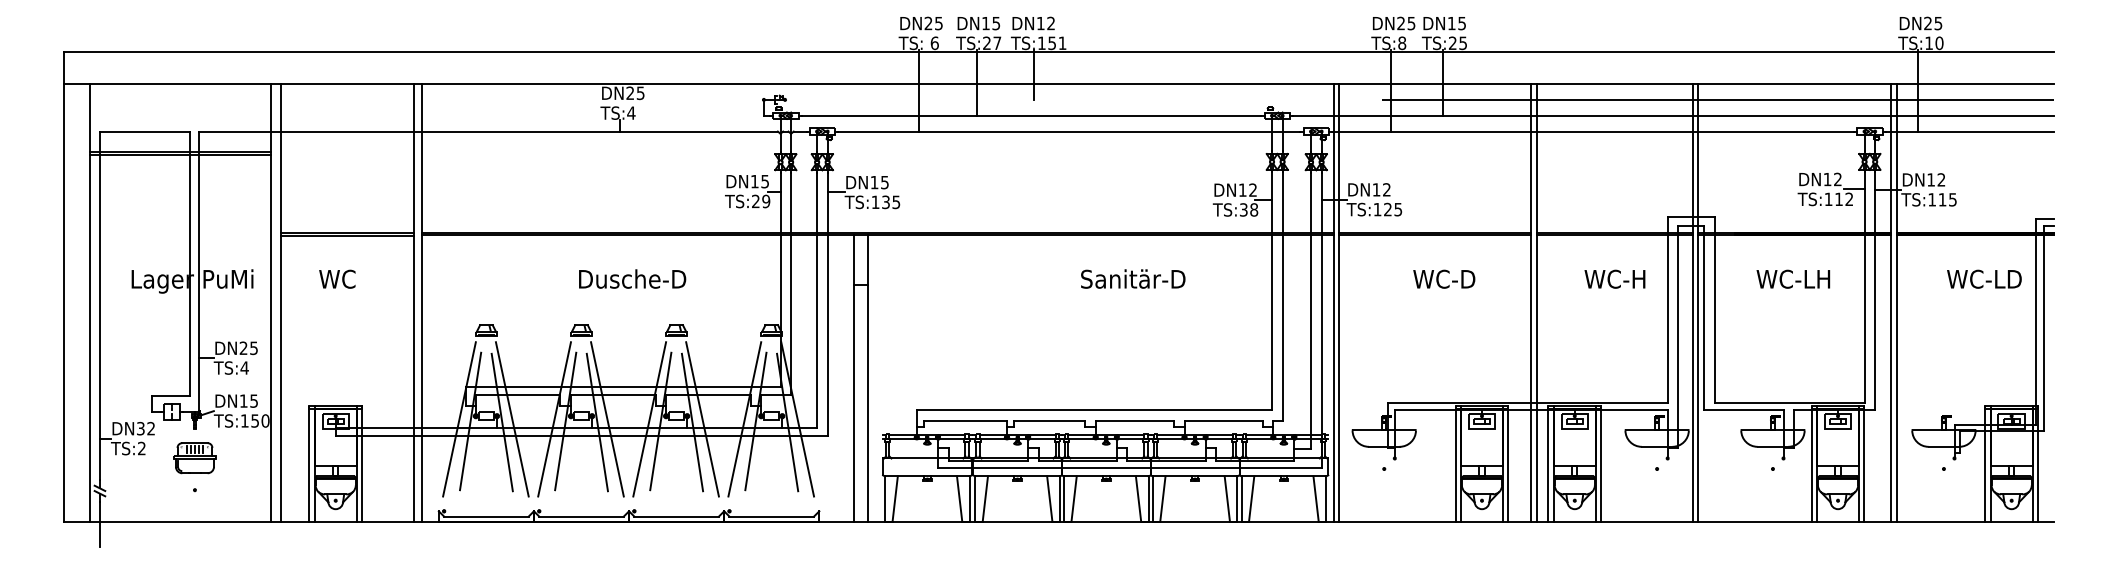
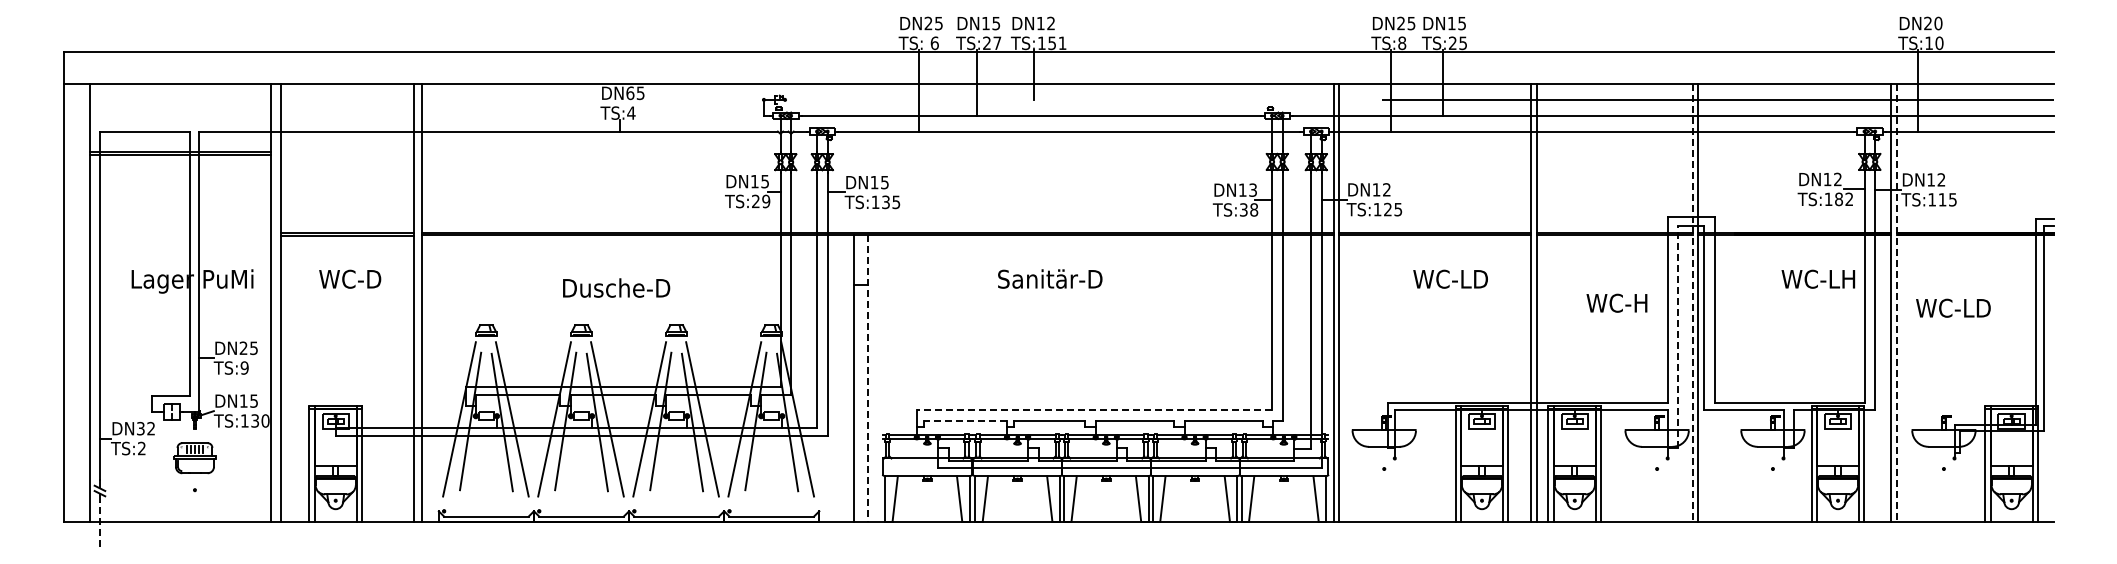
text at (1938, 23): DN25 -> DN20
text at (630, 93): DN25 -> DN65
text at (1252, 190): DN12 -> DN13
text at (1839, 199): TS:112 -> TS:182
text at (632, 278) position: (632, 278) -> (616, 287)
text at (1133, 278) position: (1133, 278) -> (1050, 278)
text at (1614, 278) position: (1614, 278) -> (1616, 302)
text at (1793, 278) position: (1793, 278) -> (1818, 278)
text at (1984, 278) position: (1984, 278) -> (1953, 307)
text at (369, 279): WC -> WC-D
text at (1475, 279): WC-D -> WC-LD
line at (1692, 303): solid -> dashed
line at (1896, 303): solid -> dashed
line at (1678, 336): solid -> dashed
text at (244, 367): TS:4 -> TS:9
line at (868, 379): solid -> dashed
line at (1094, 409): solid -> dashed
text at (254, 420): TS:150 -> TS:130
line at (965, 420): solid -> dashed
line at (99, 524): solid -> dashed
